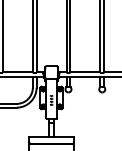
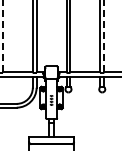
line at (2, 36): solid -> dashed
line at (104, 36): solid -> dashed
